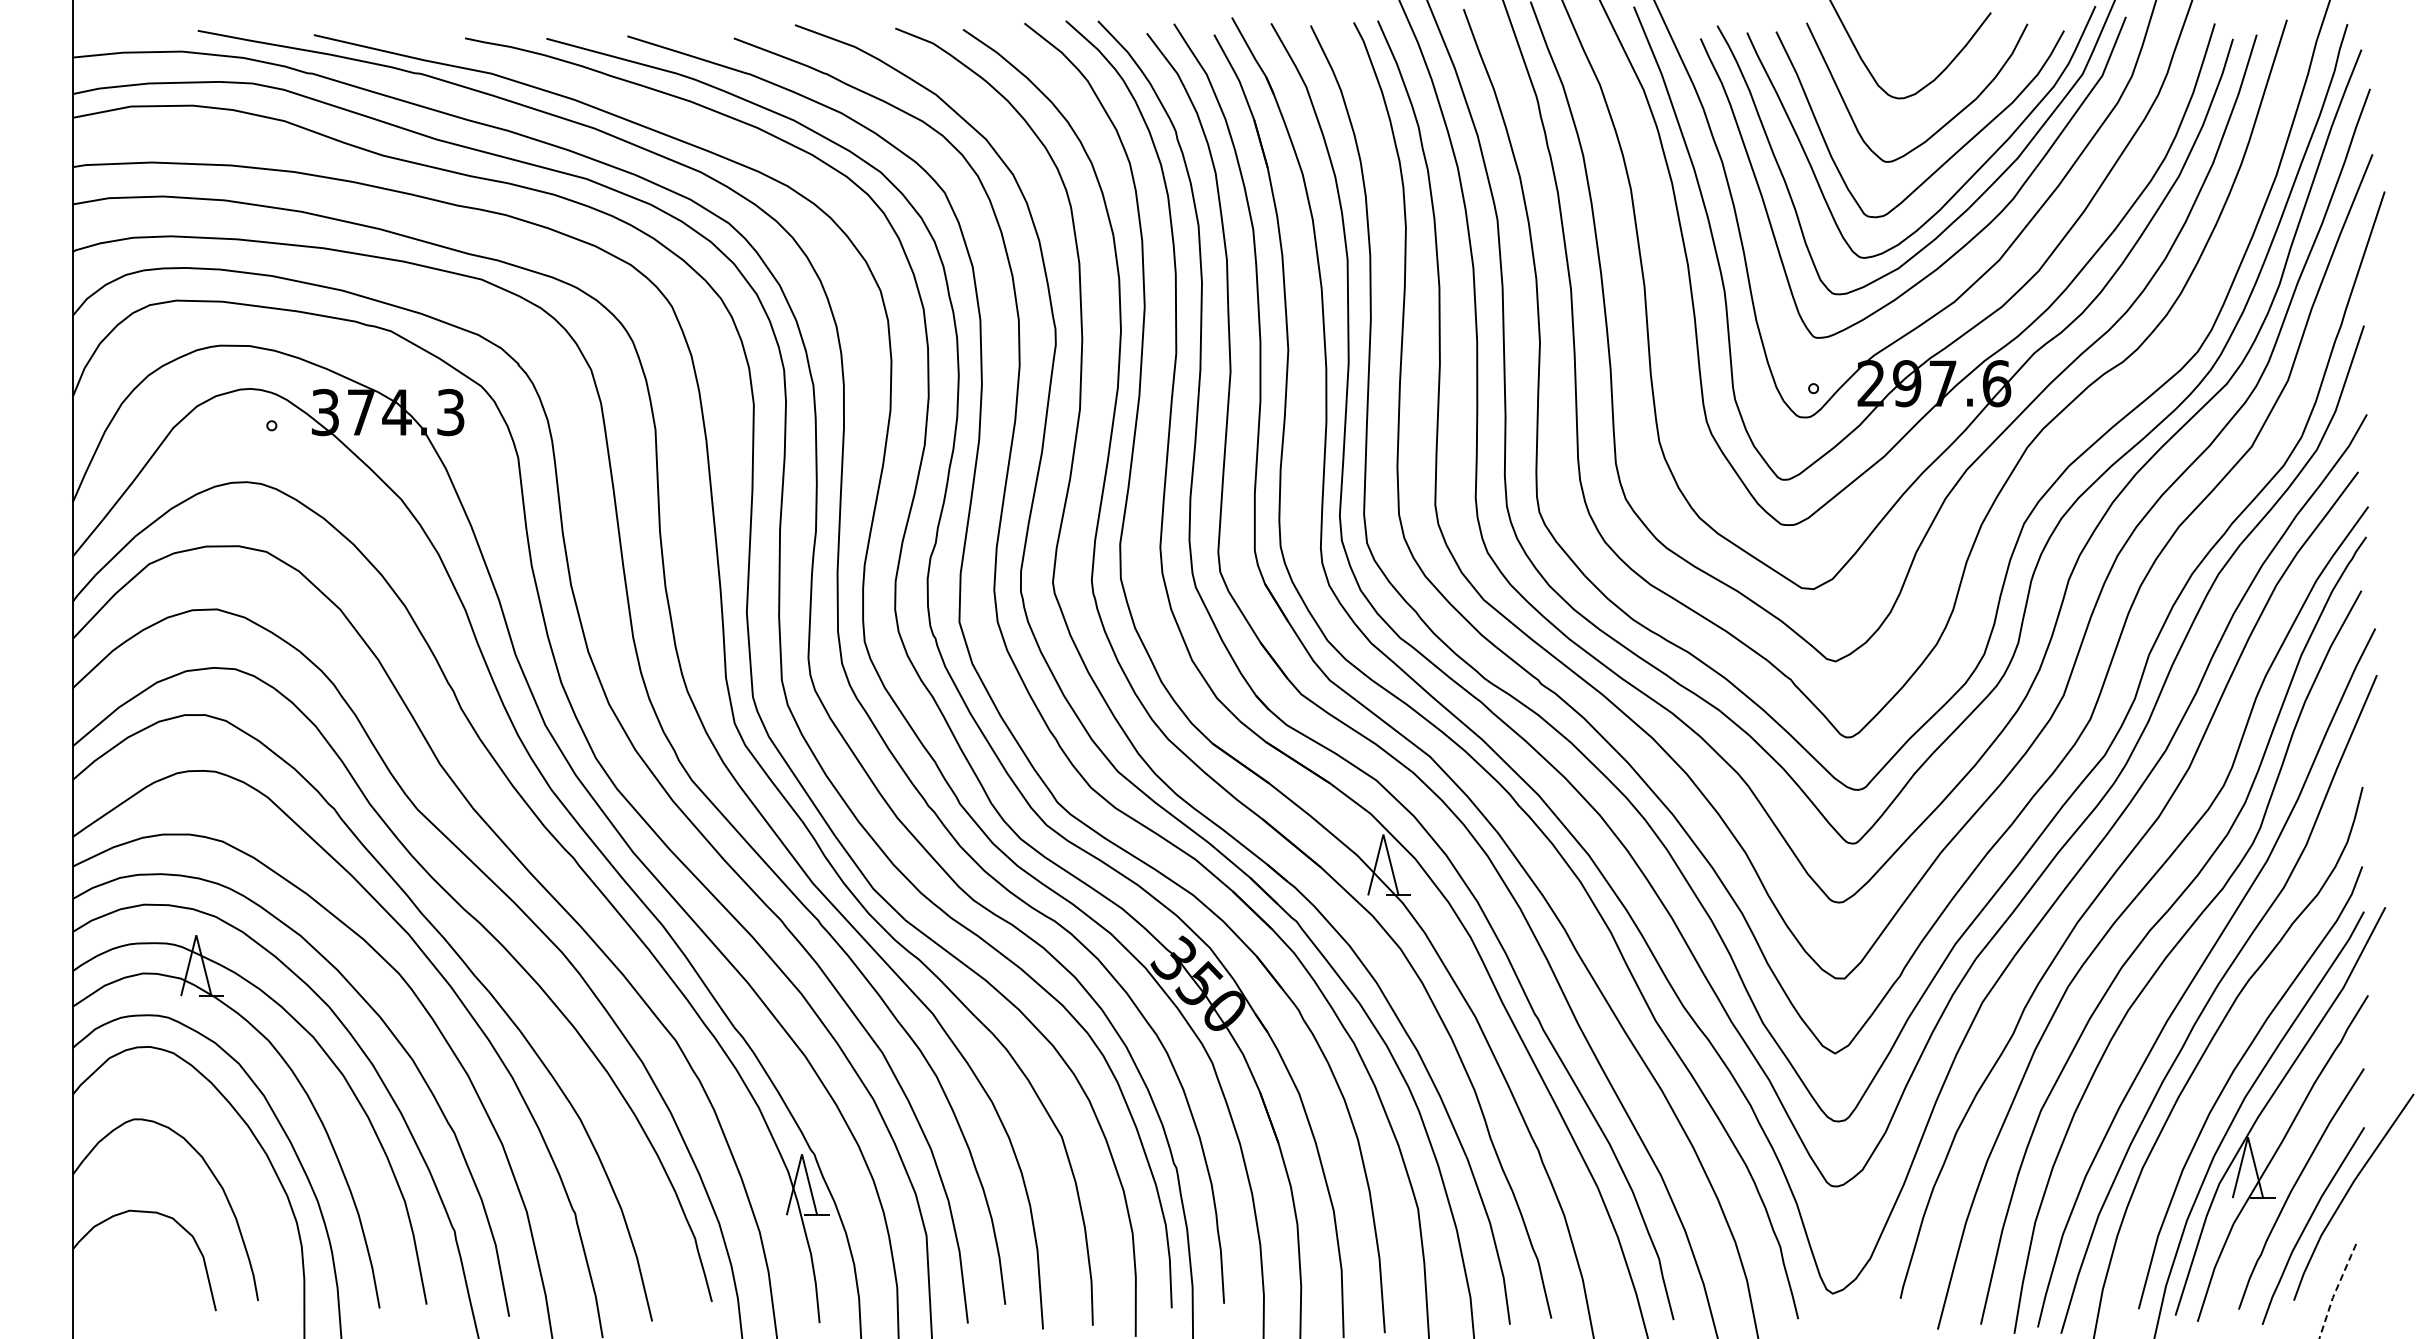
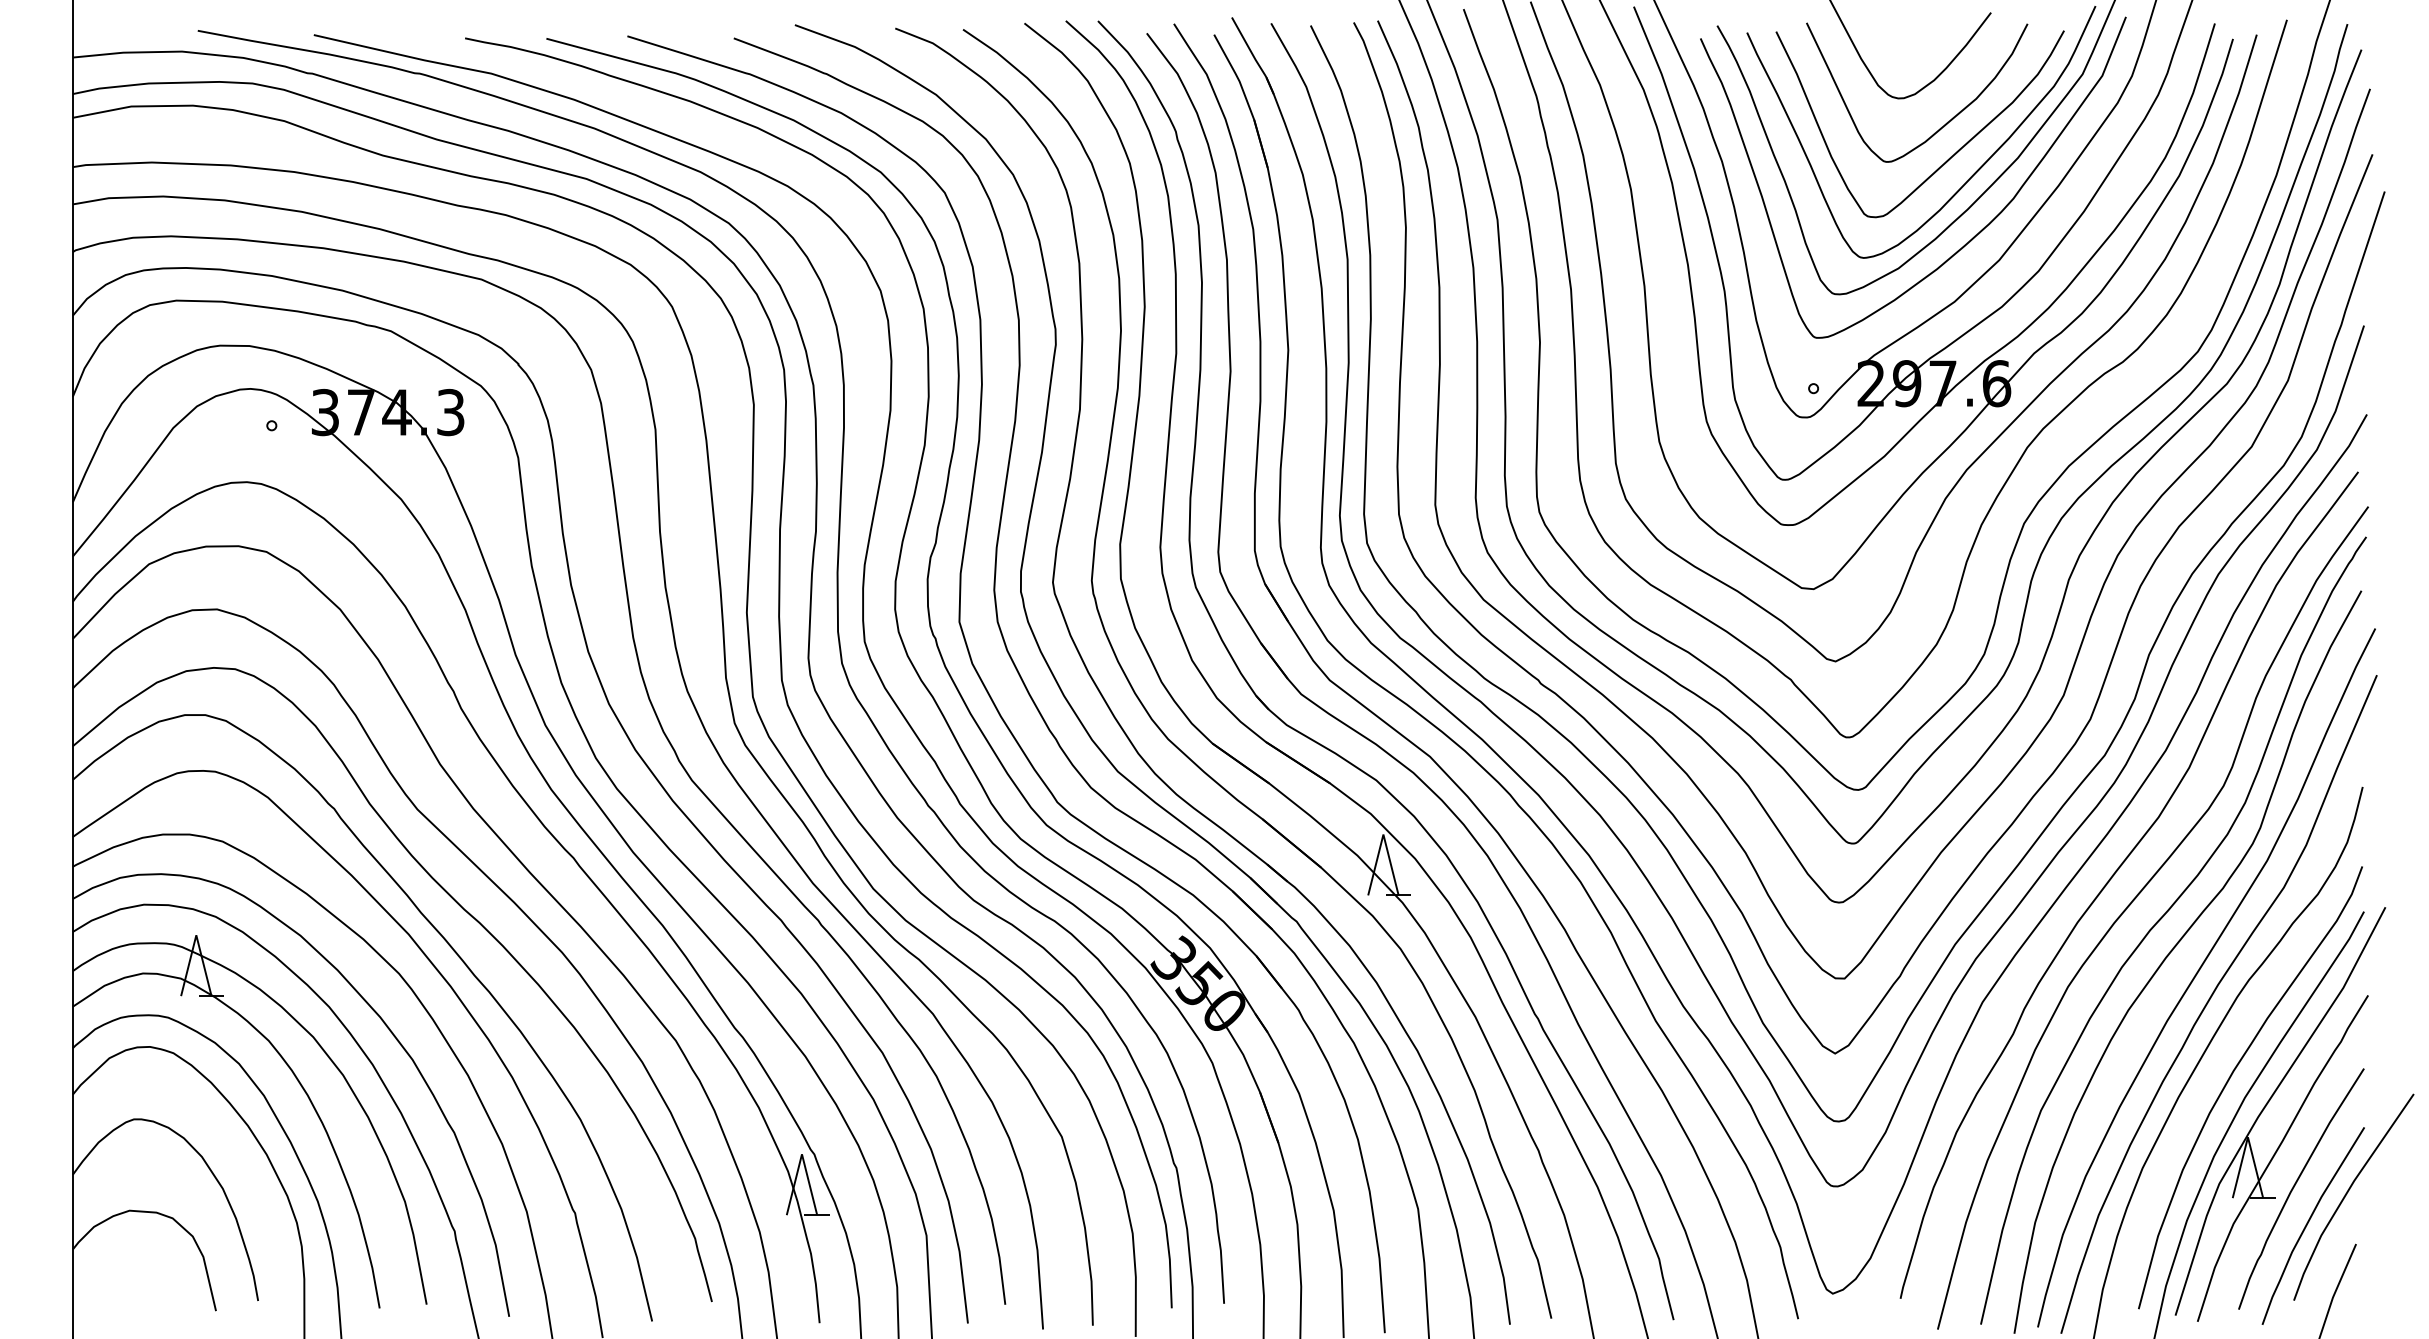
line at (2335, 1291): dashed -> solid
